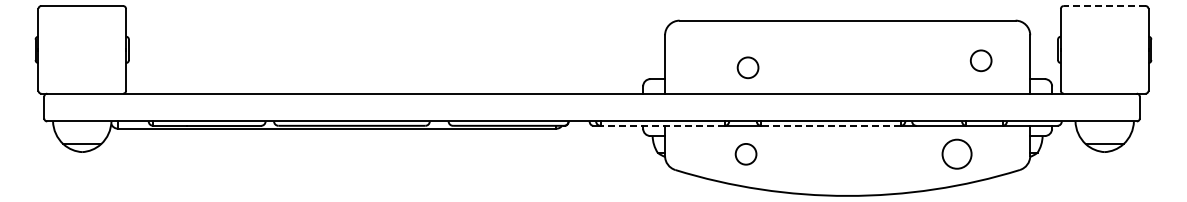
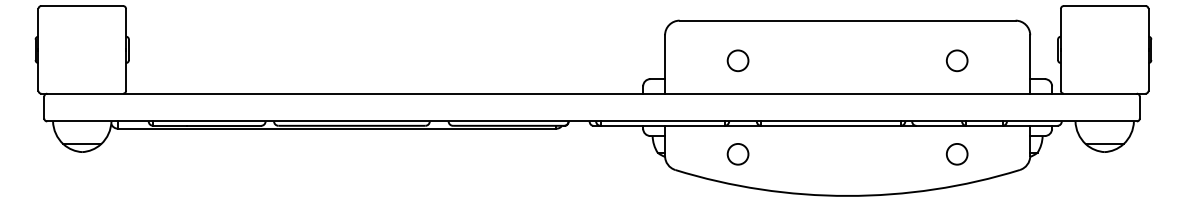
line at (1104, 6): dashed -> solid
circle at (981, 60) position: (981, 60) -> (957, 60)
circle at (747, 67) position: (747, 67) -> (737, 60)
line at (662, 125): dashed -> solid
line at (831, 125): dashed -> solid
circle at (956, 153) size: 32x32 px -> 23x23 px
circle at (745, 154) position: (745, 154) -> (737, 154)
